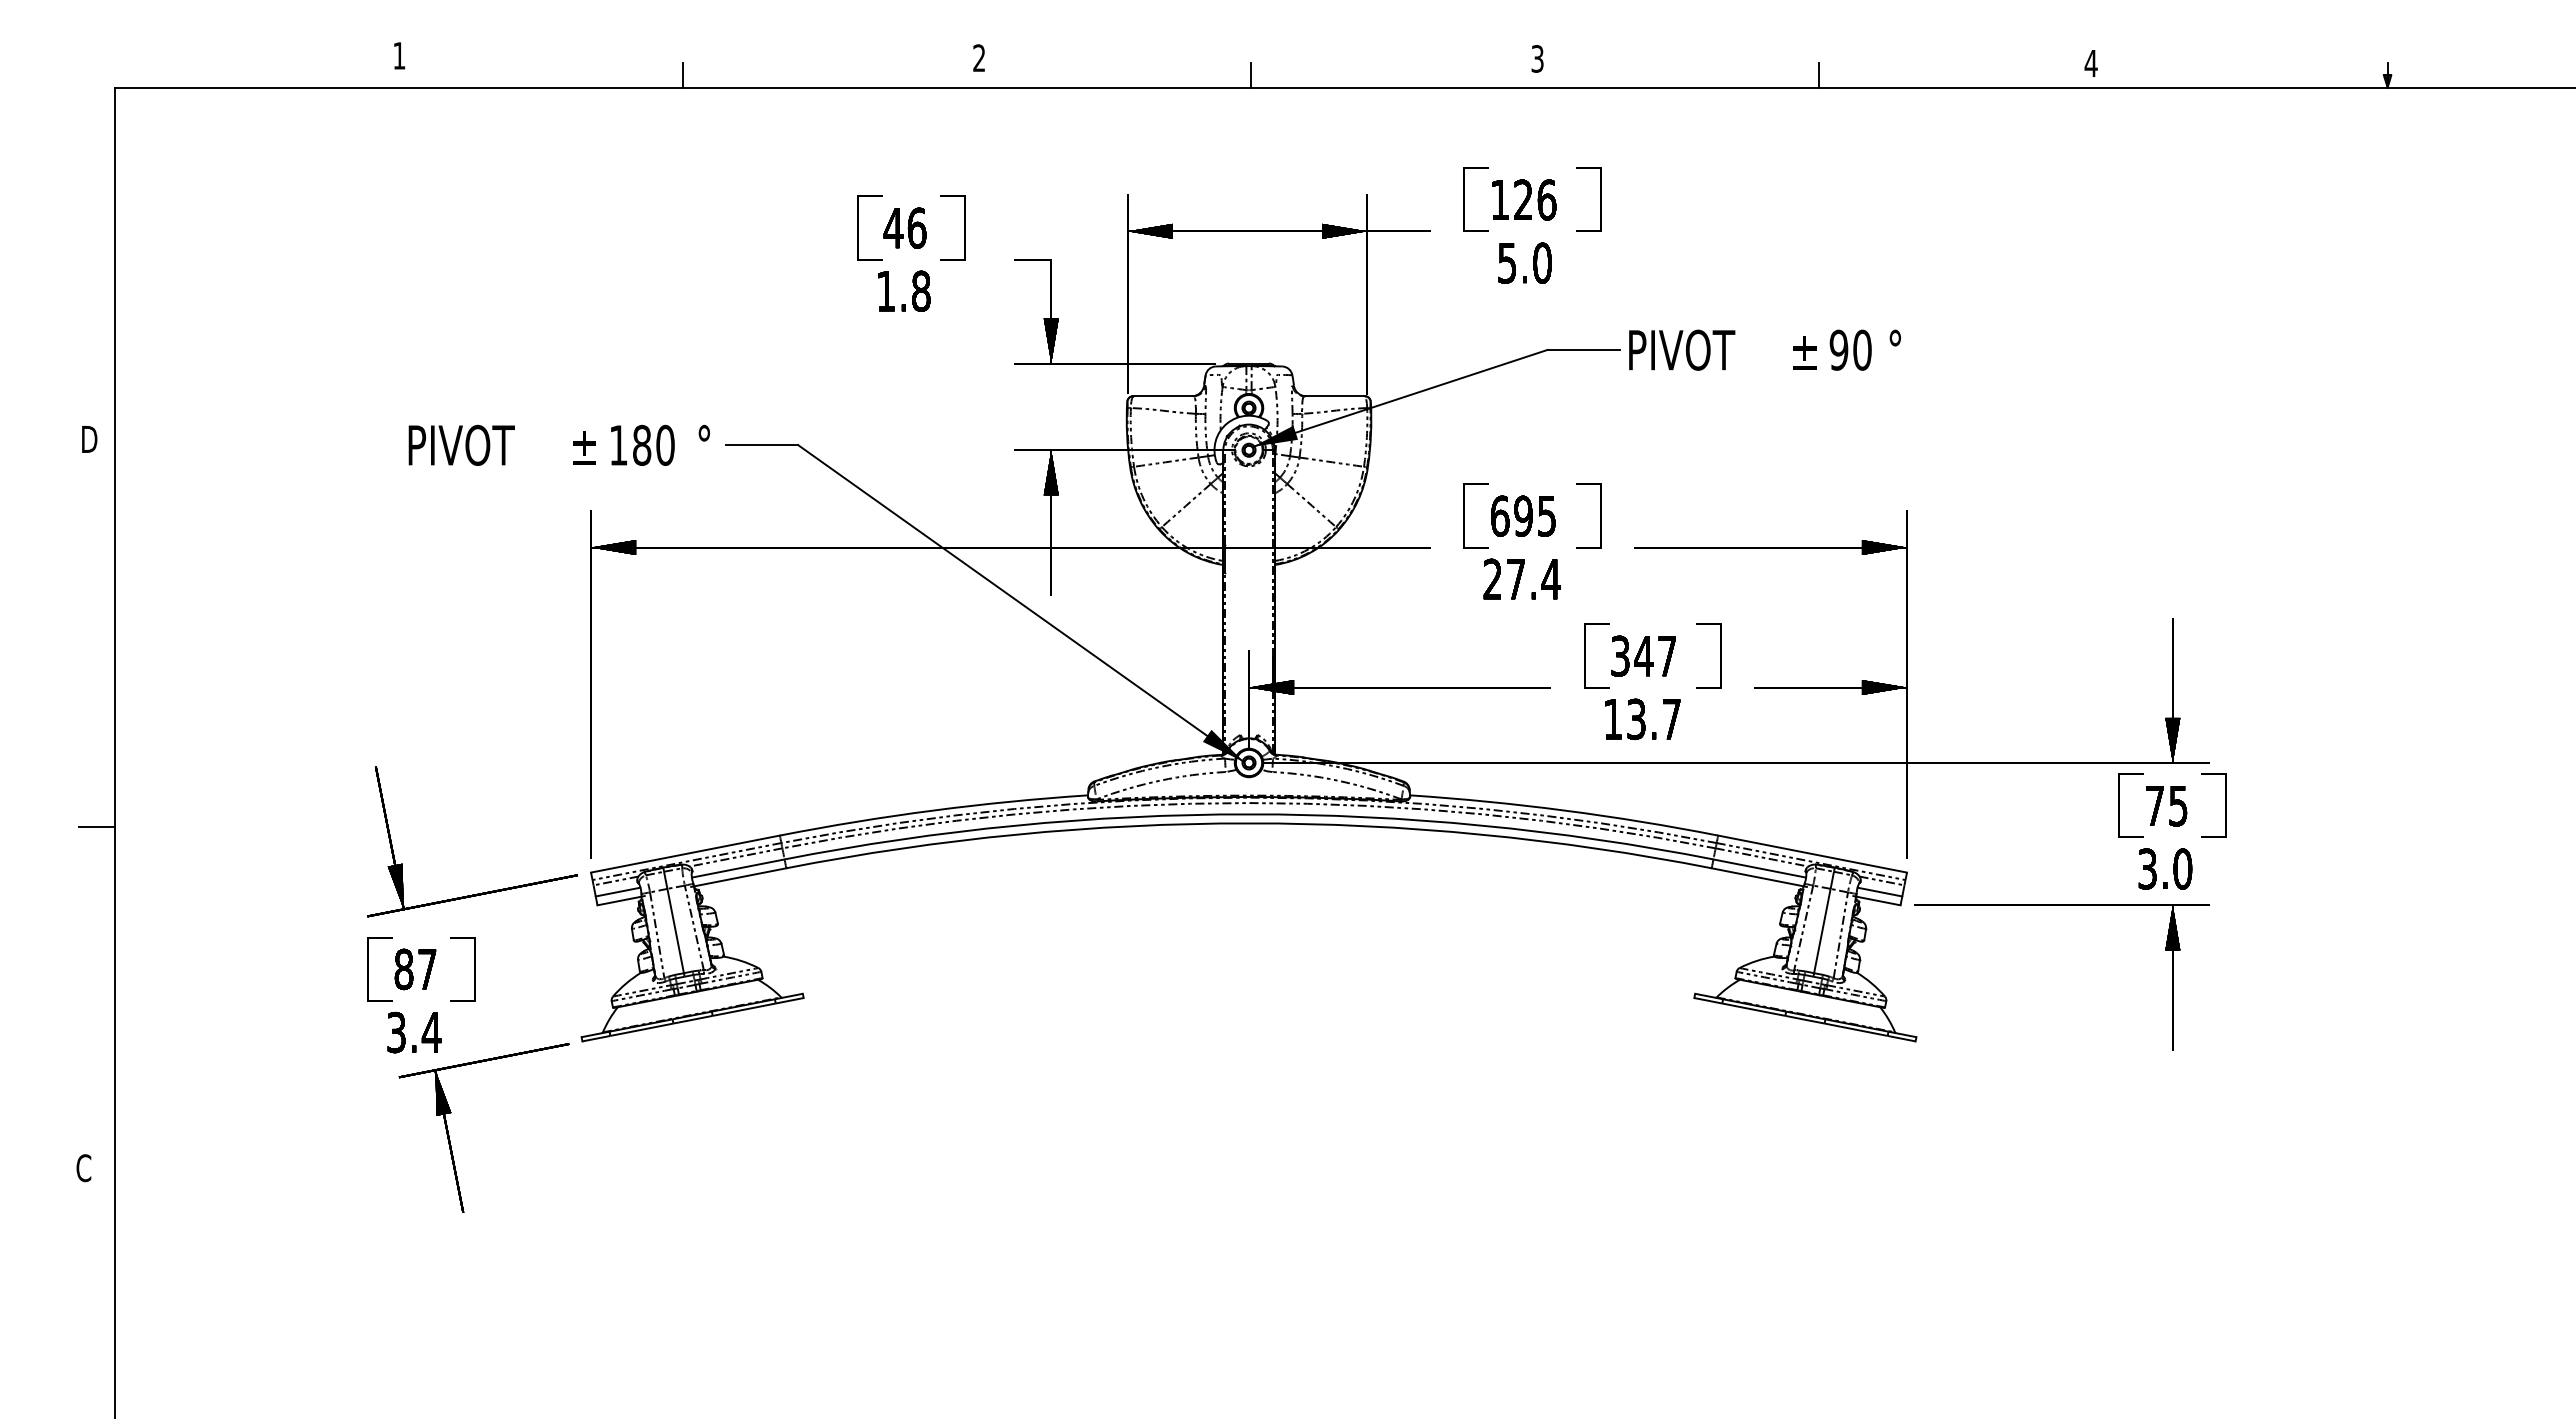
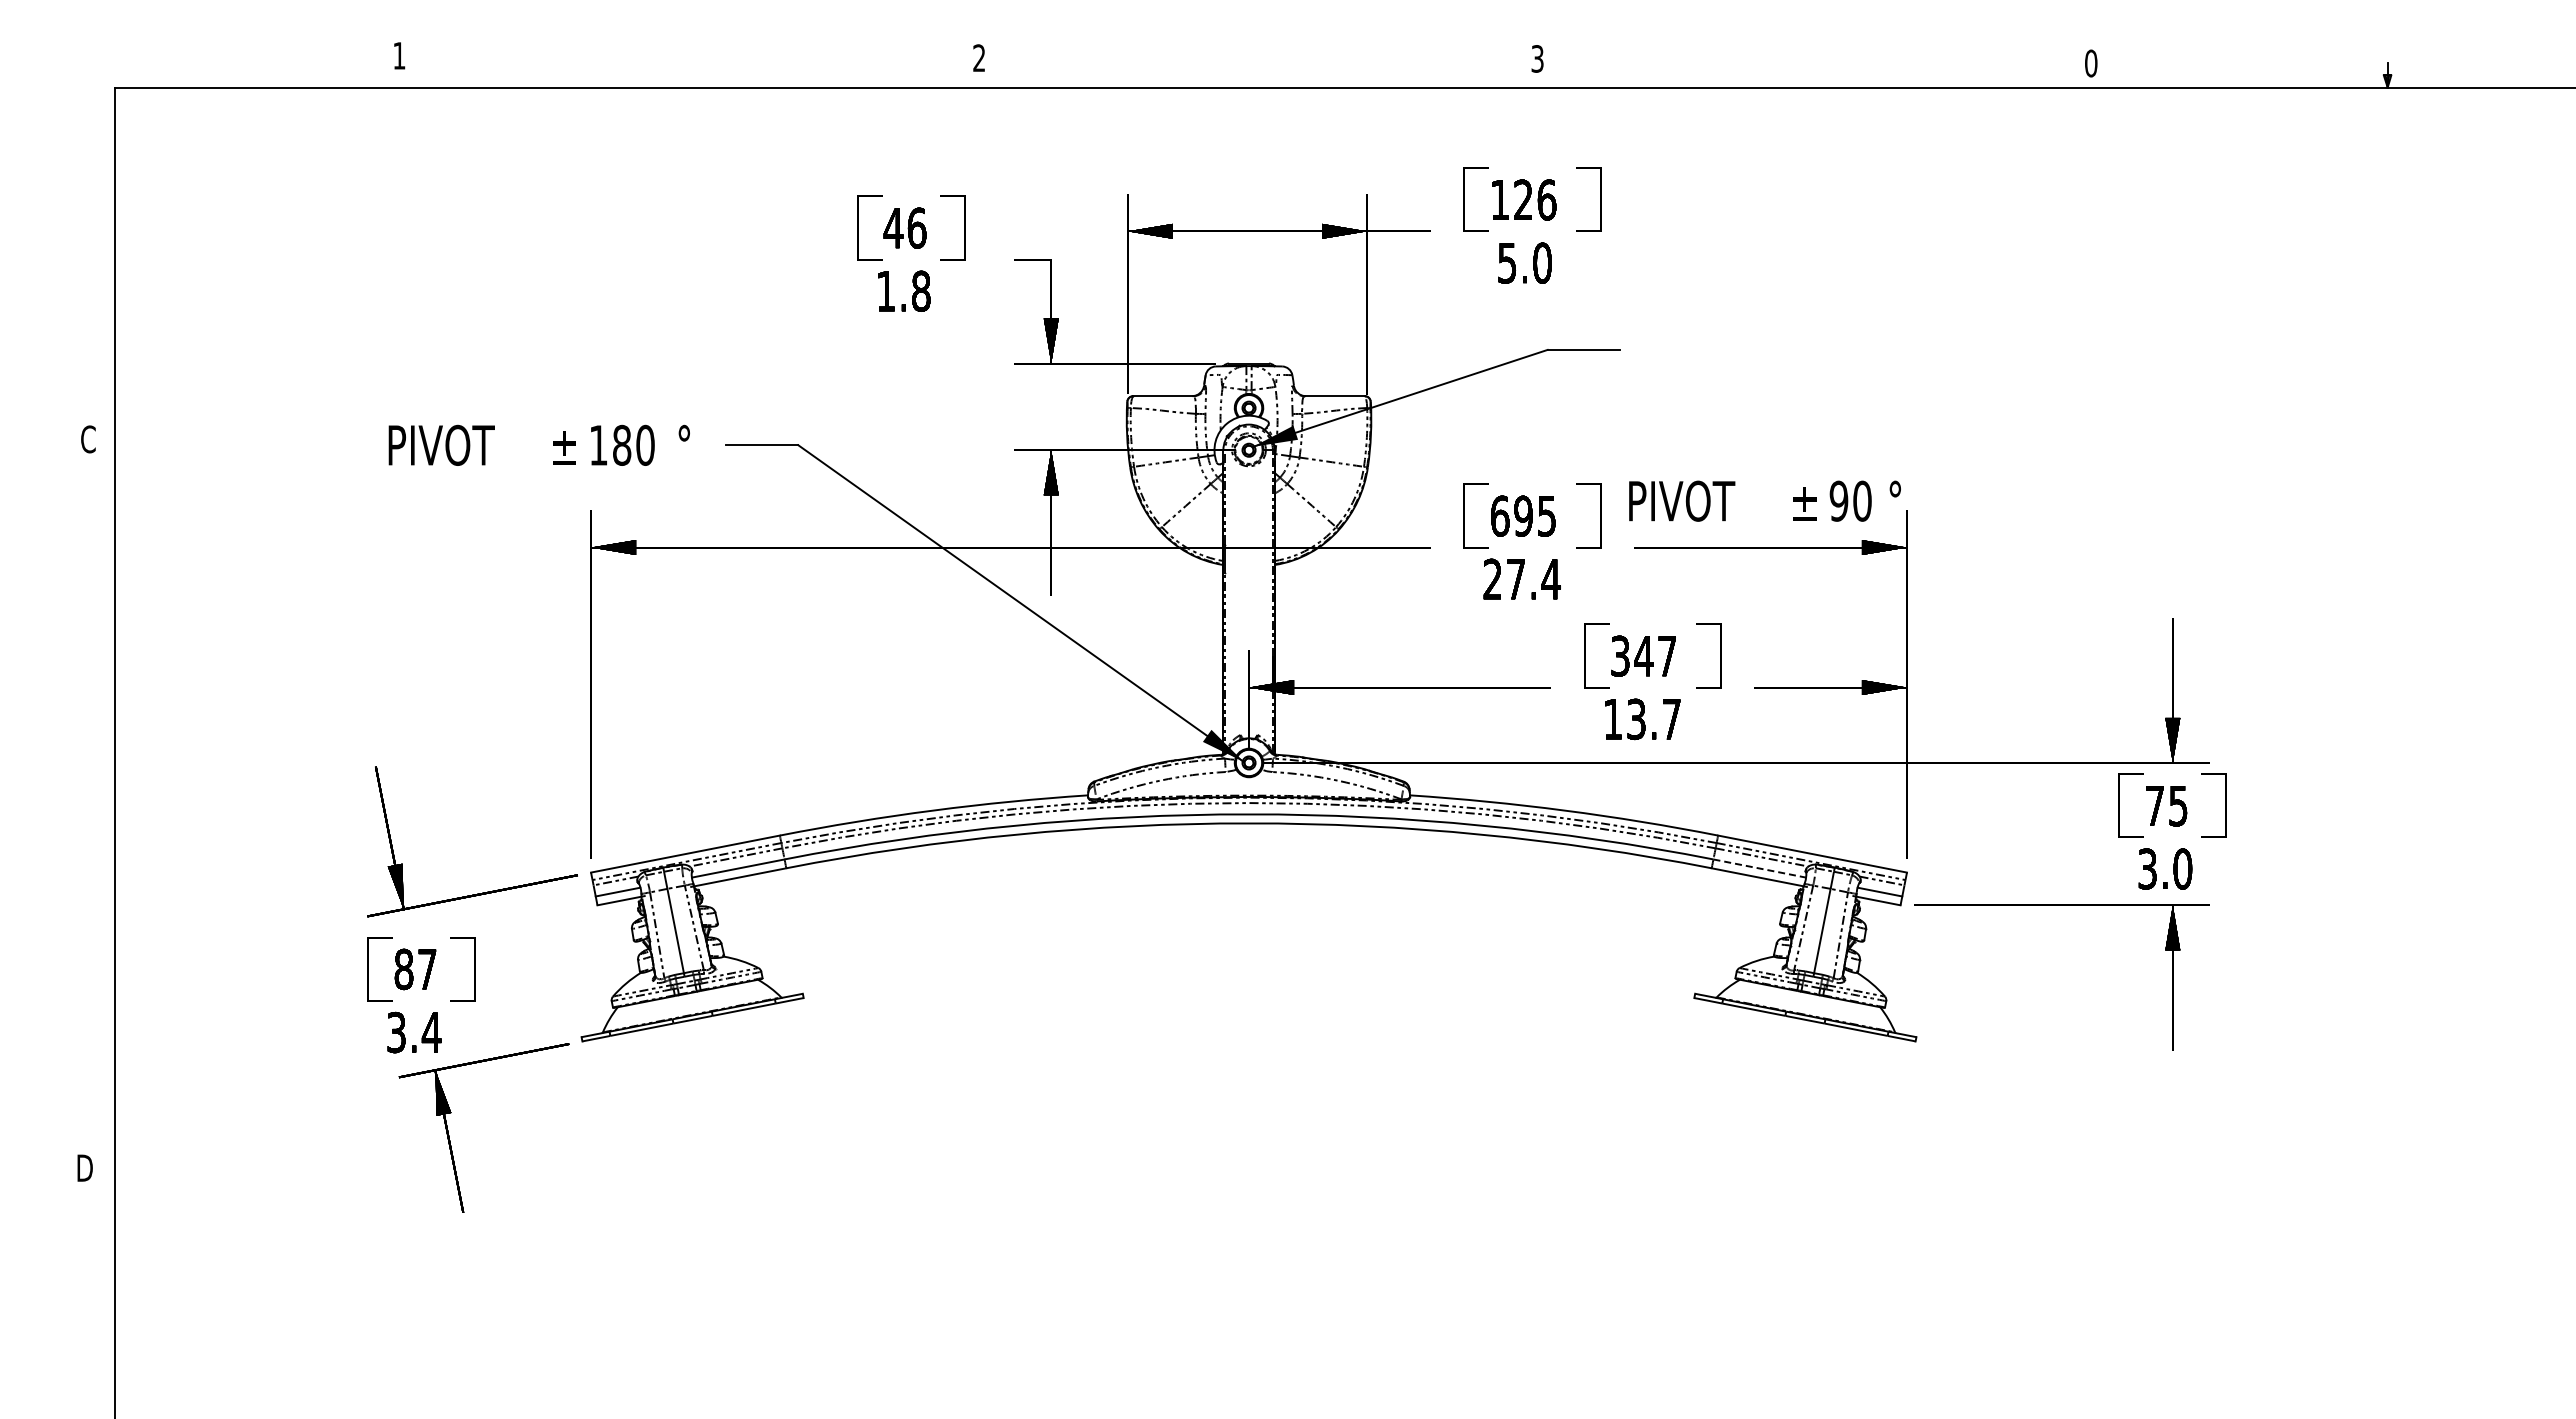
text at (2090, 63): 4 -> 0
line at (682, 75): present -> none
line at (1251, 75): present -> none
line at (1819, 75): present -> none
text at (1764, 349) position: (1764, 349) -> (1764, 500)
text at (89, 439): D -> C
text at (558, 444) position: (558, 444) -> (538, 444)
line at (96, 827): present -> none
line at (1760, 868): solid -> dashed
text at (84, 1168): C -> D
